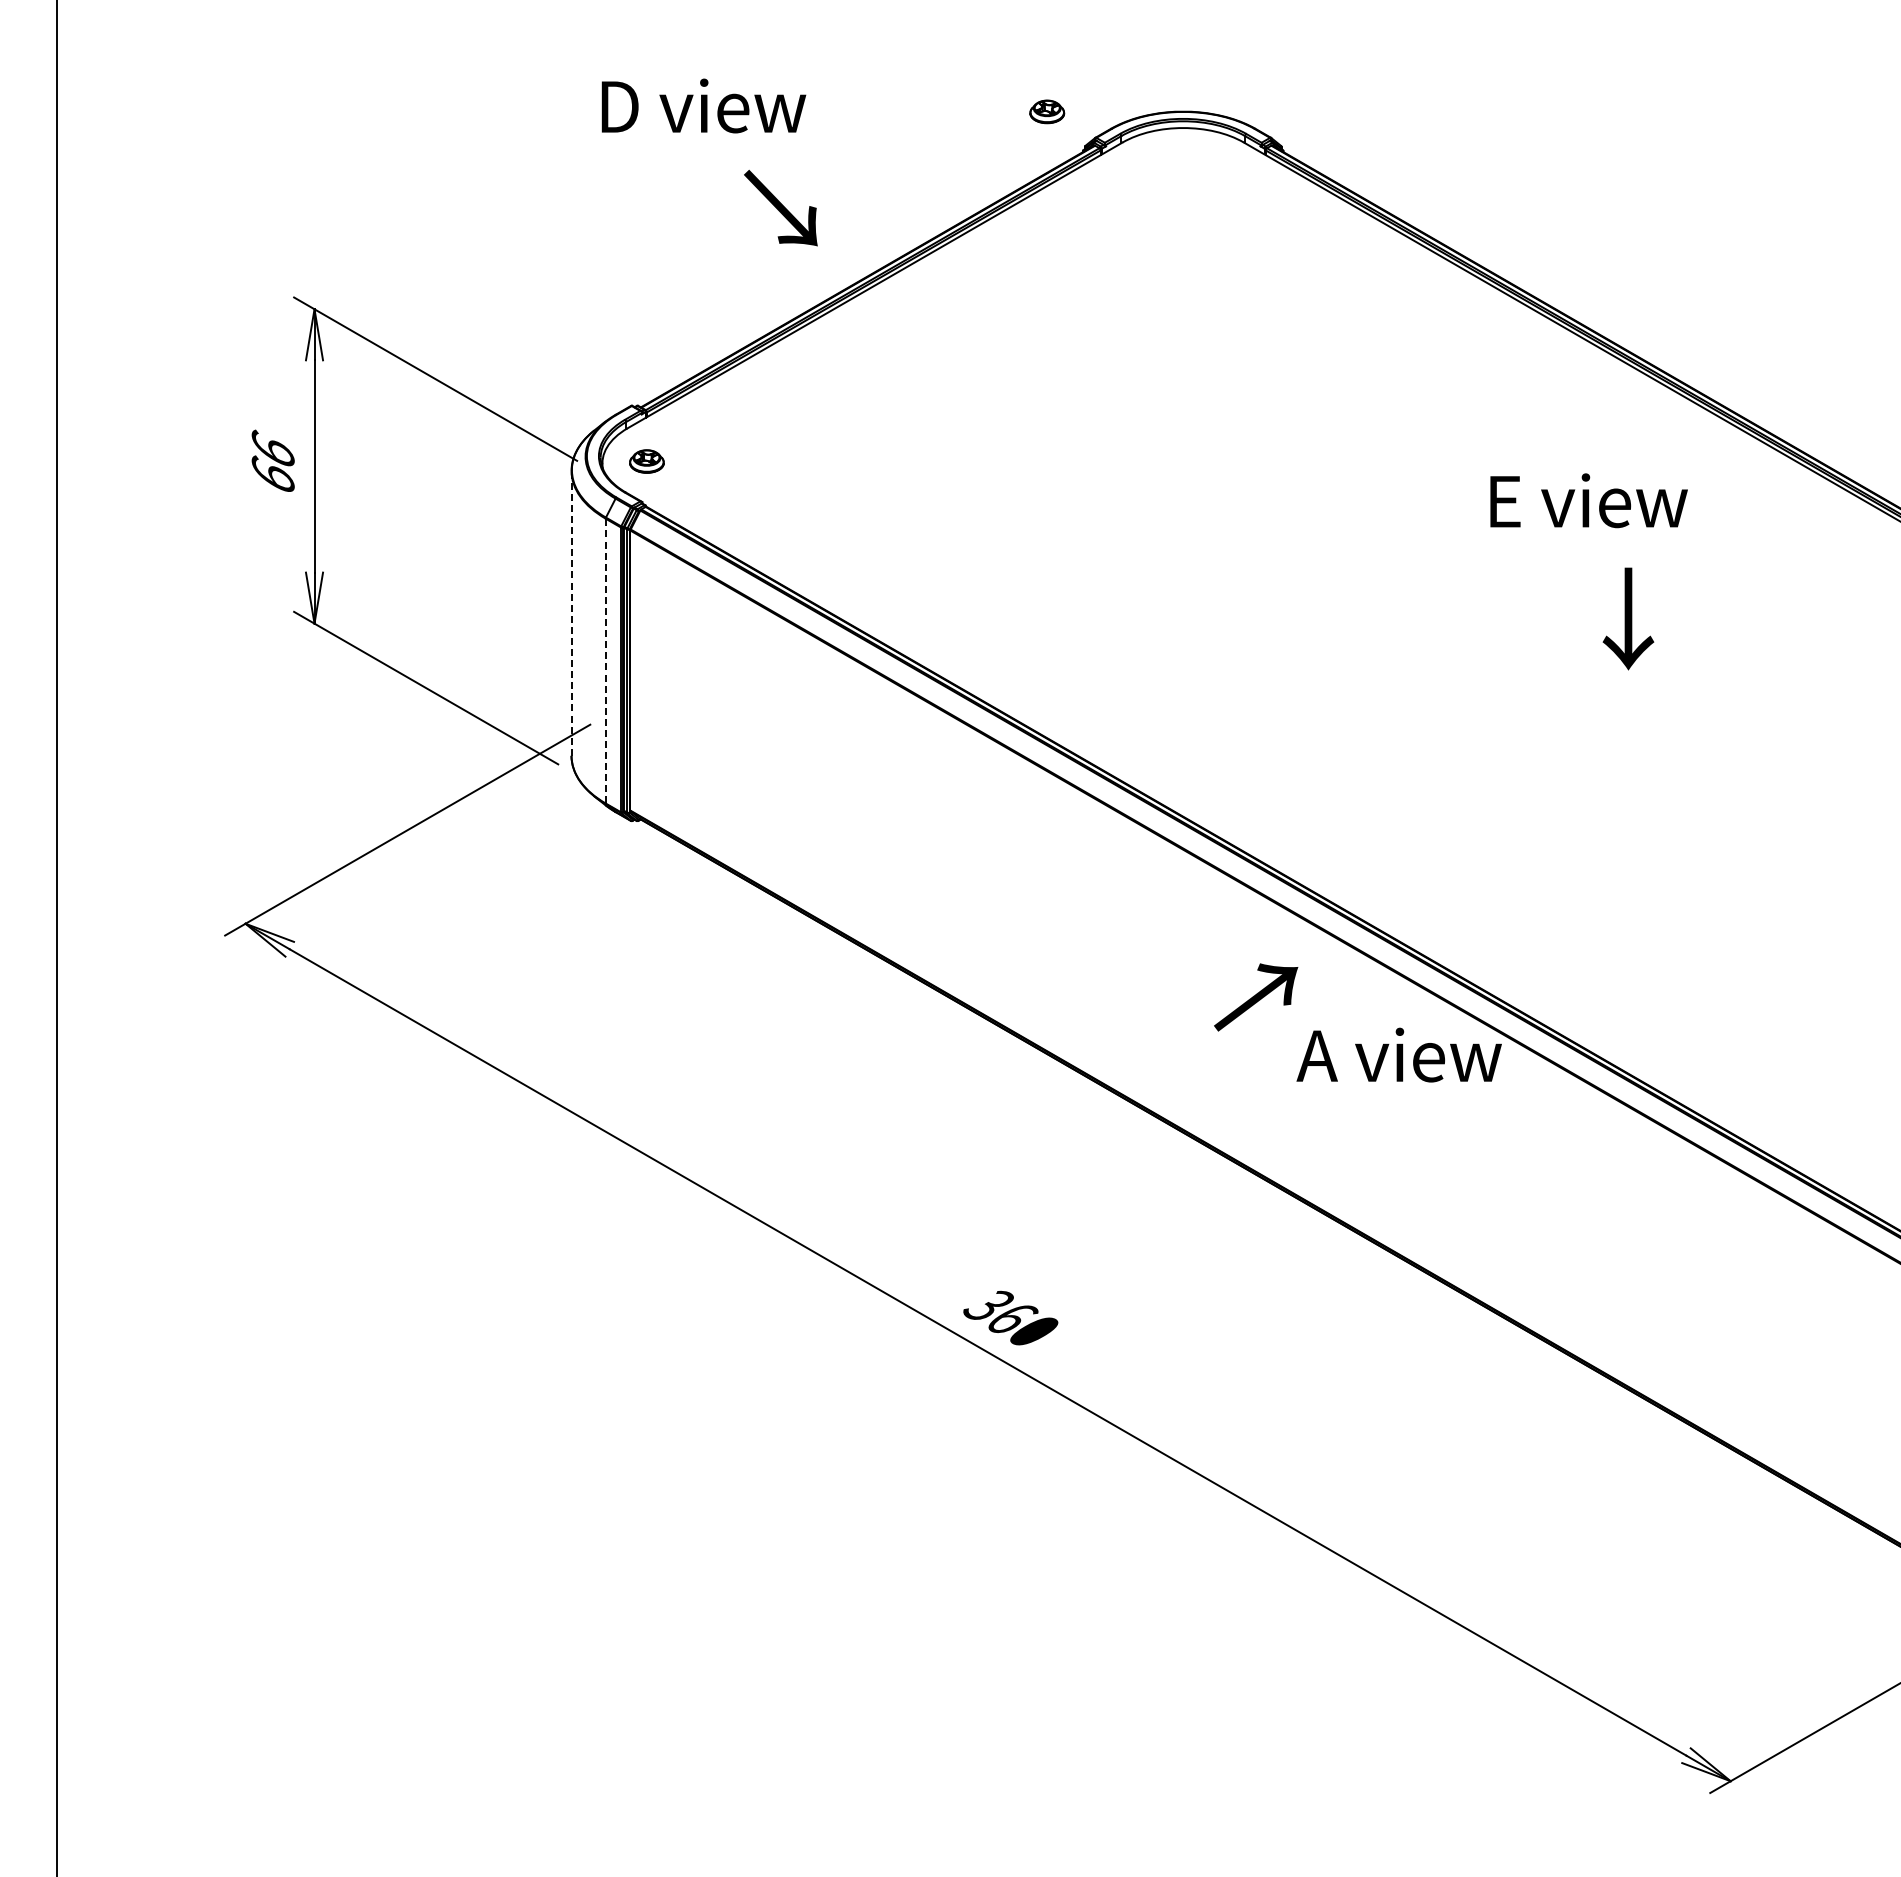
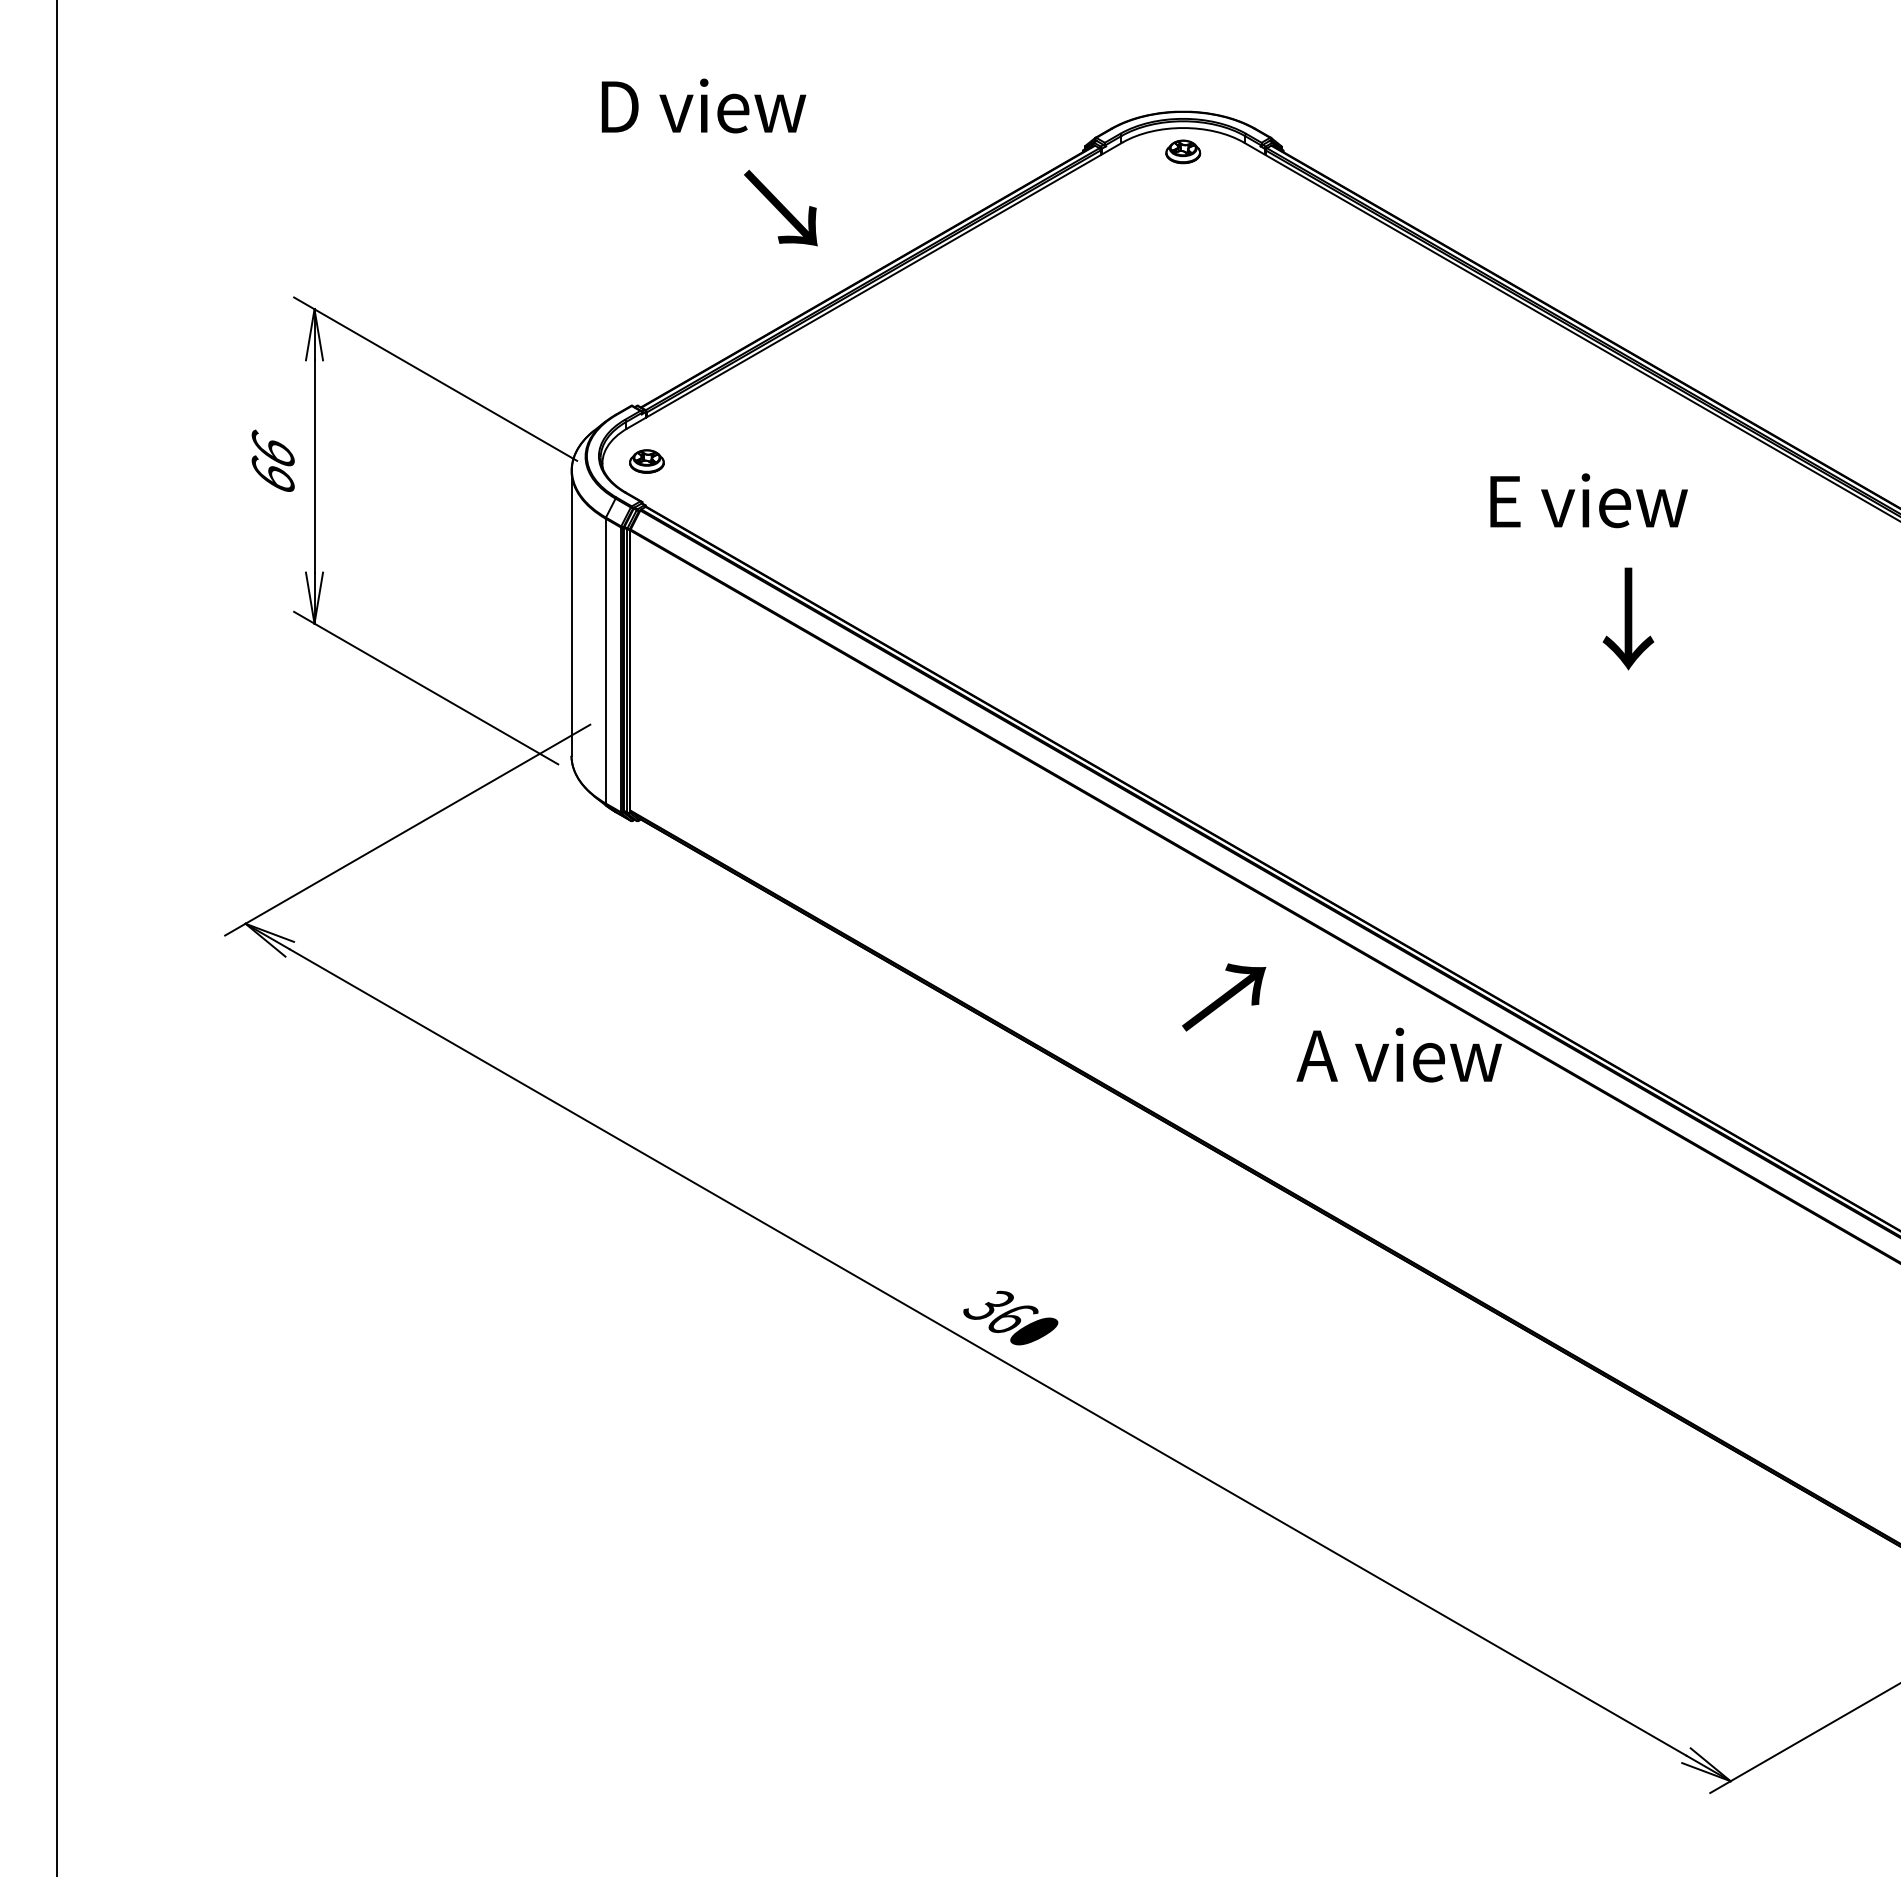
part at (1047, 111) position: (1047, 111) -> (1183, 151)
line at (571, 612): dashed -> solid
line at (605, 660): dashed -> solid
text at (1256, 997) position: (1256, 997) -> (1224, 997)
